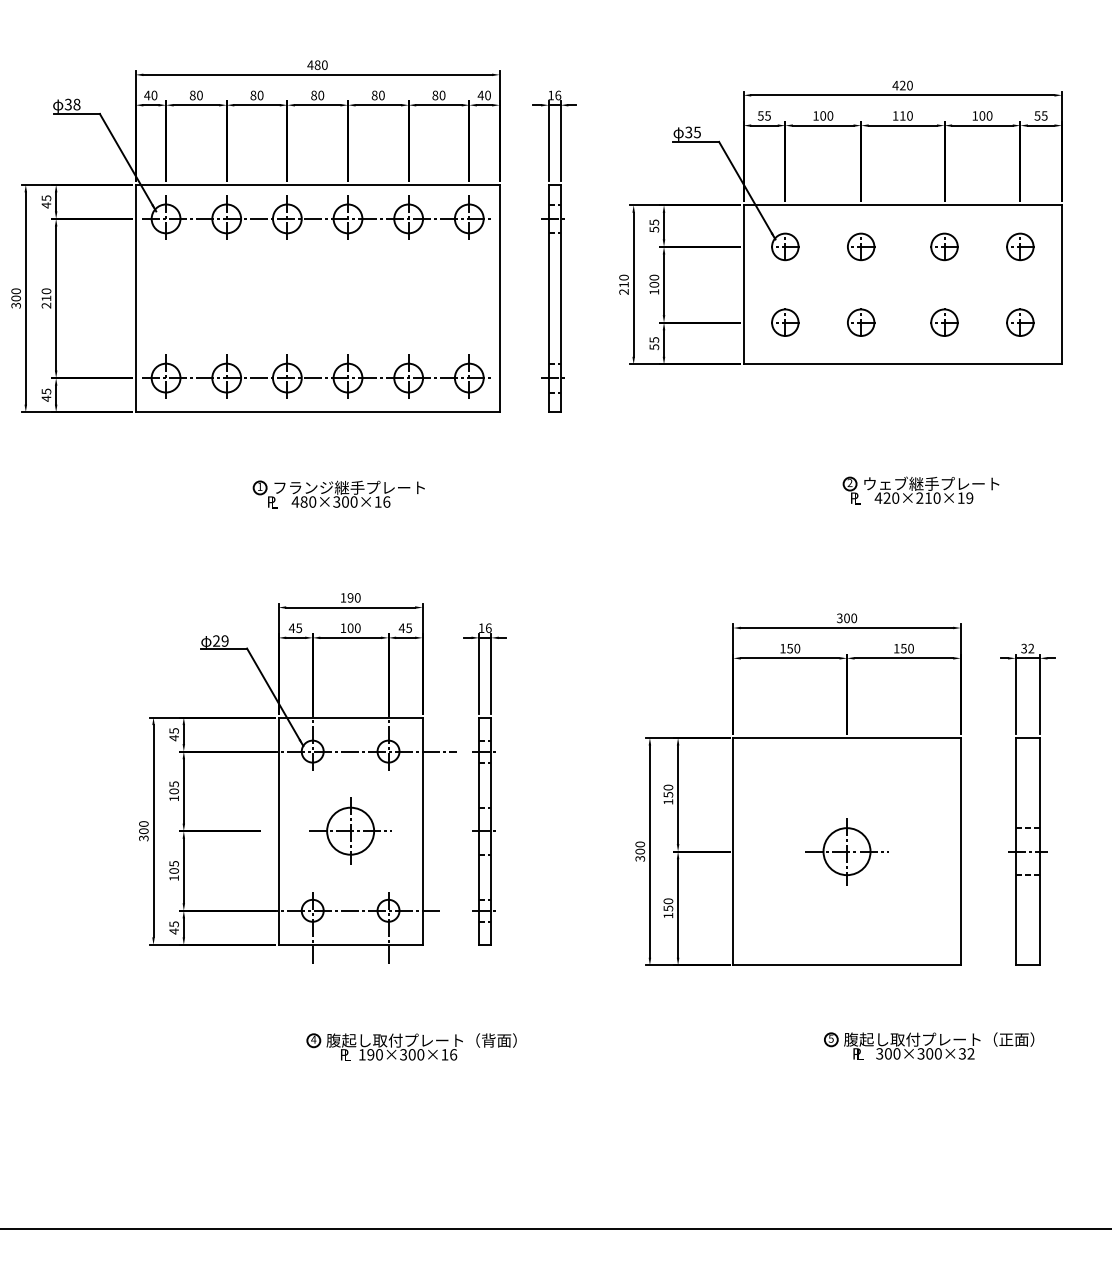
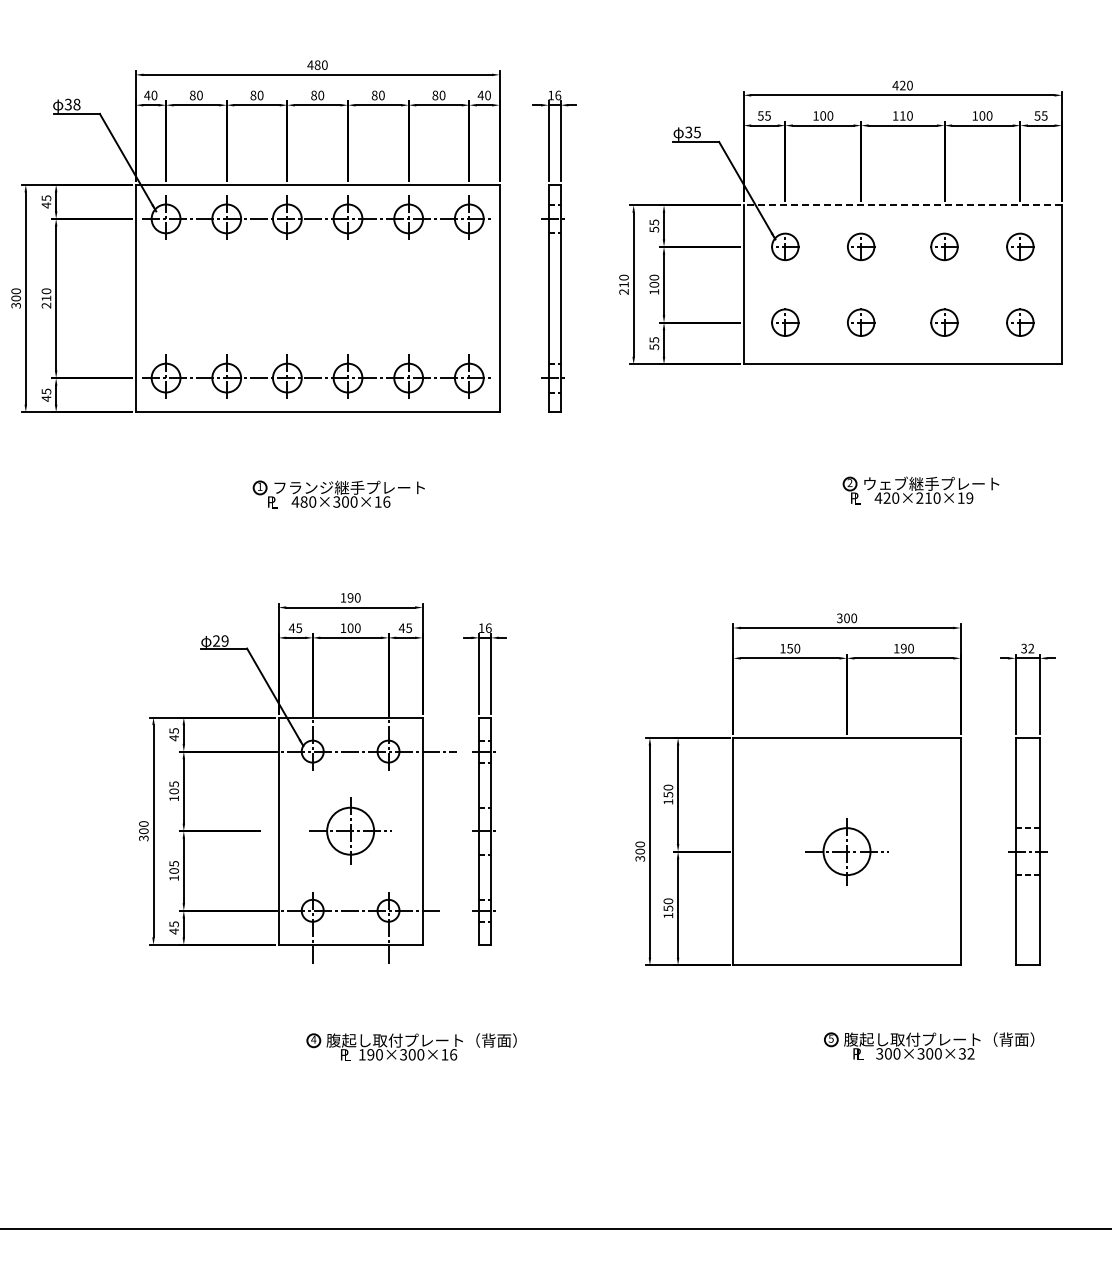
line at (902, 205): solid -> dashed
text at (903, 648): 150 -> 190
text at (1006, 1039): 腹起し取付プレート（正面） -> 腹起し取付プレート（背面）
